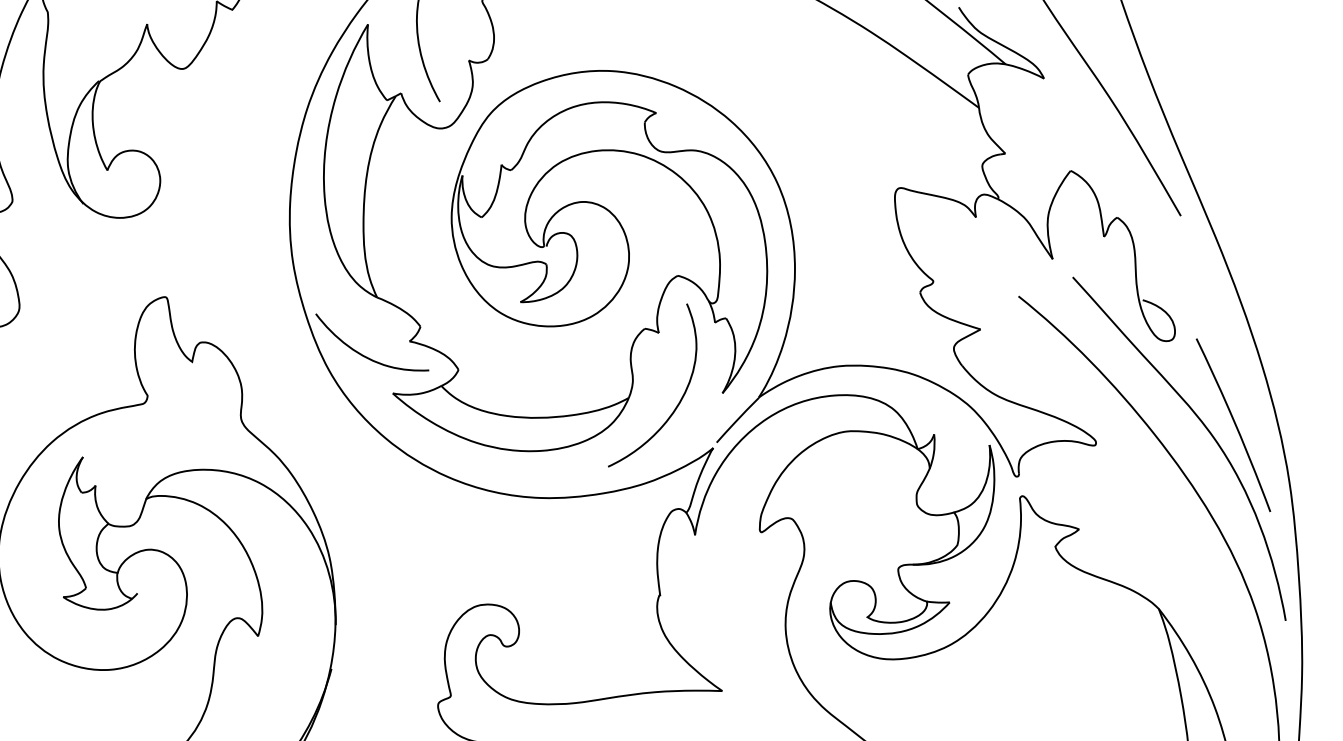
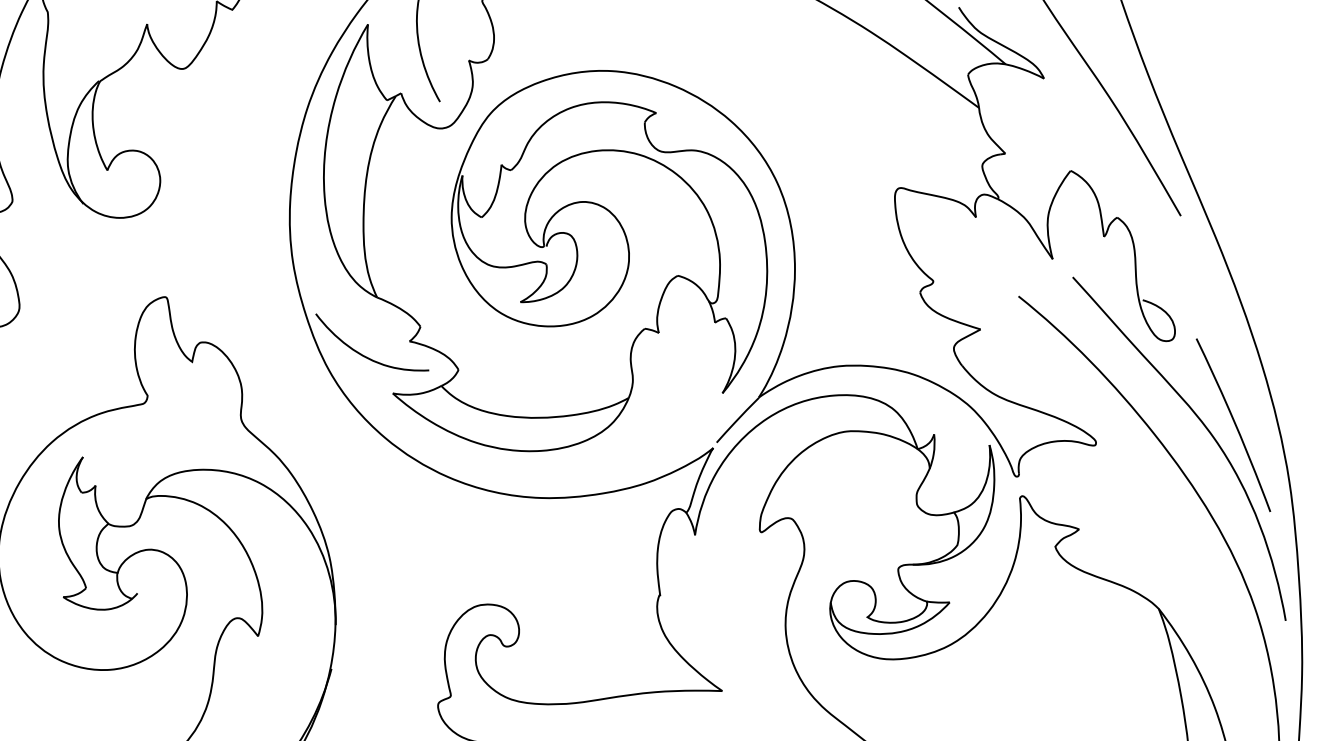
curve at (679, 400): present -> none
